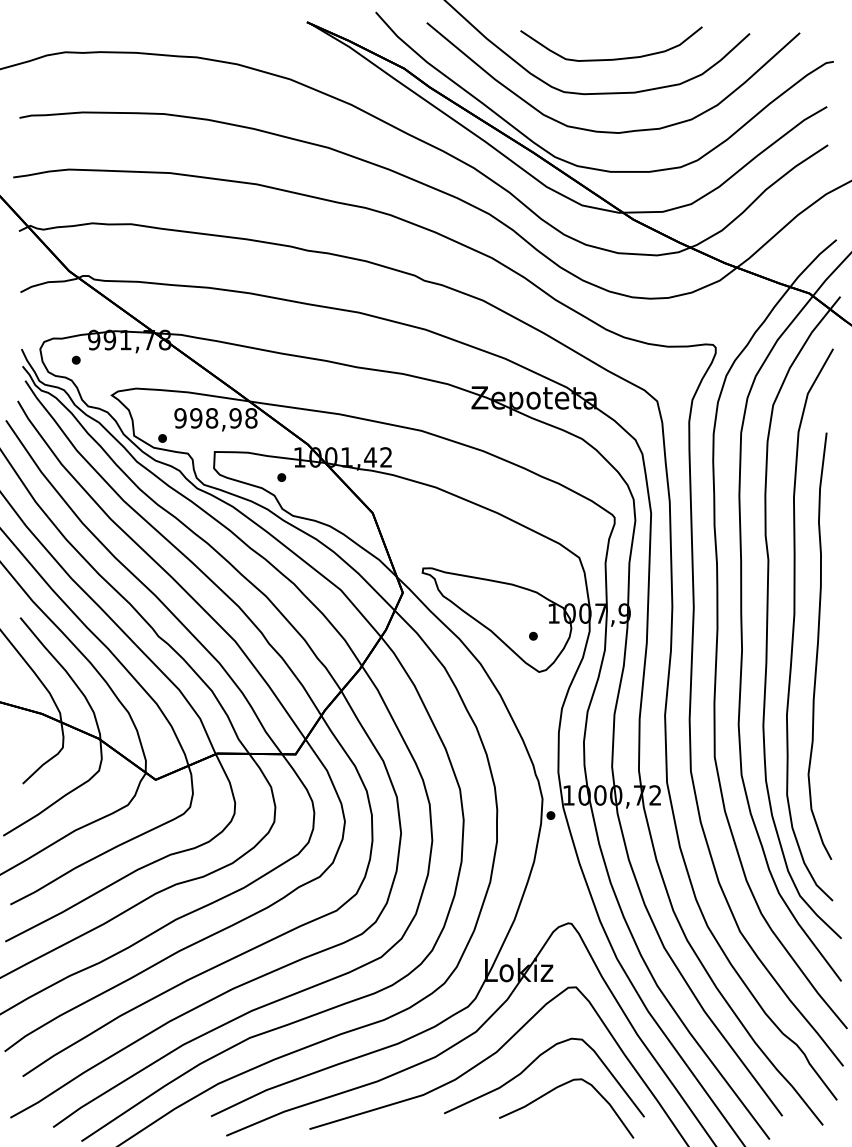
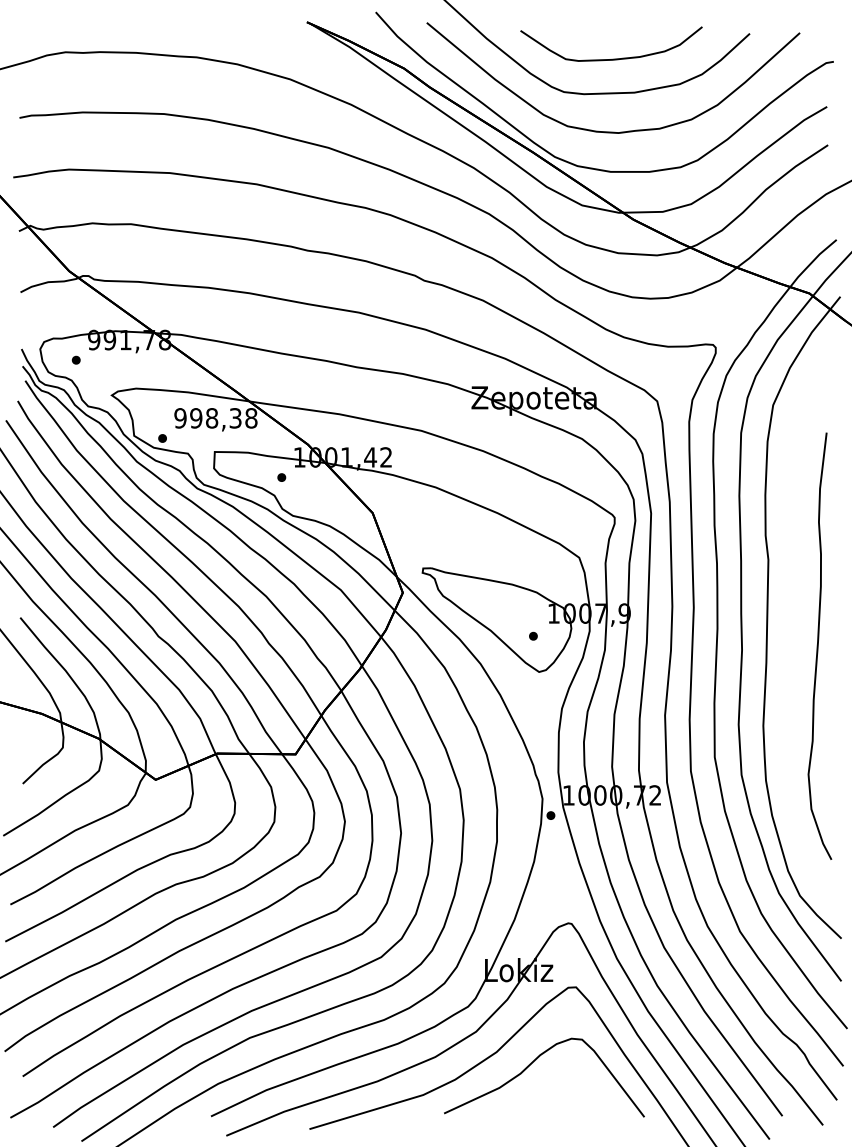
text at (235, 418): 998,98 -> 998,38
curve at (794, 624): present -> none
curve at (557, 1088): present -> none
